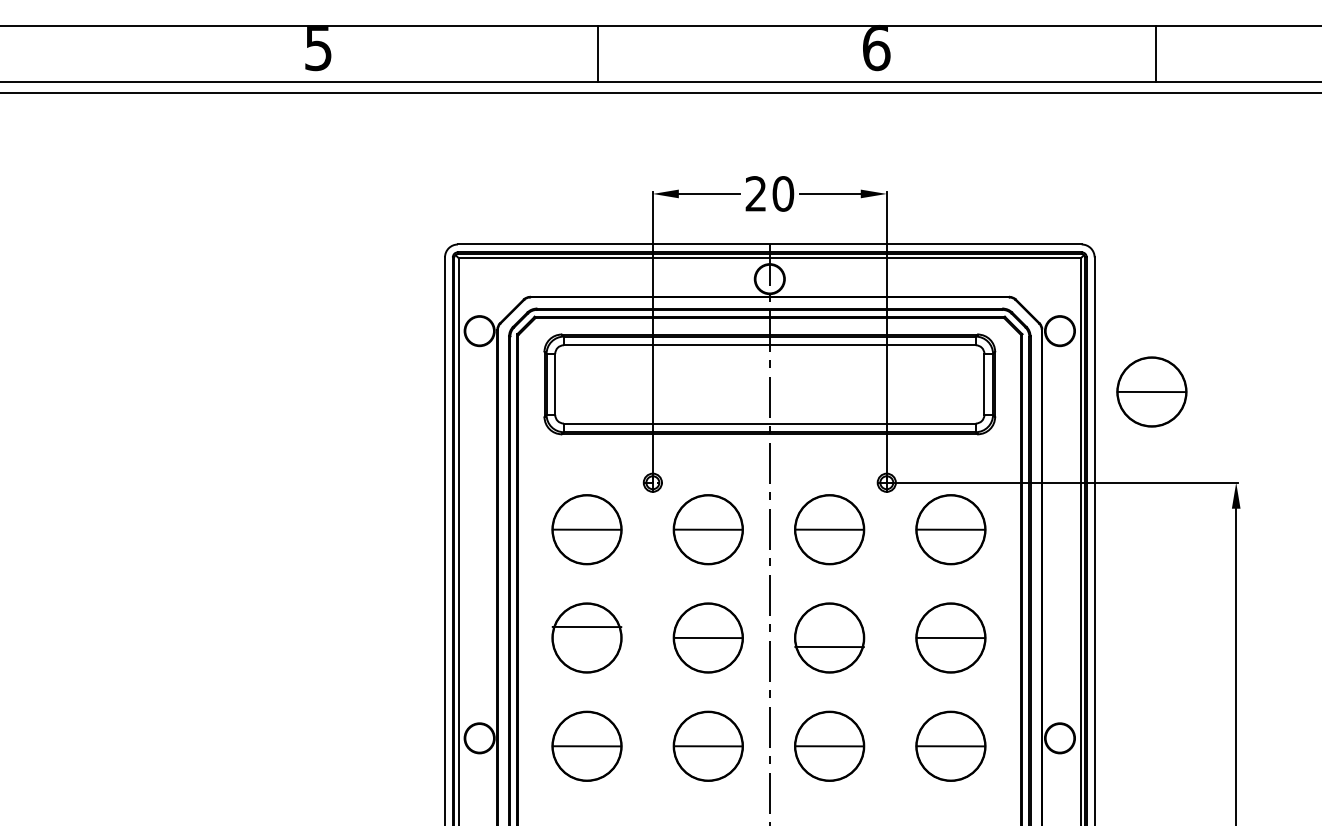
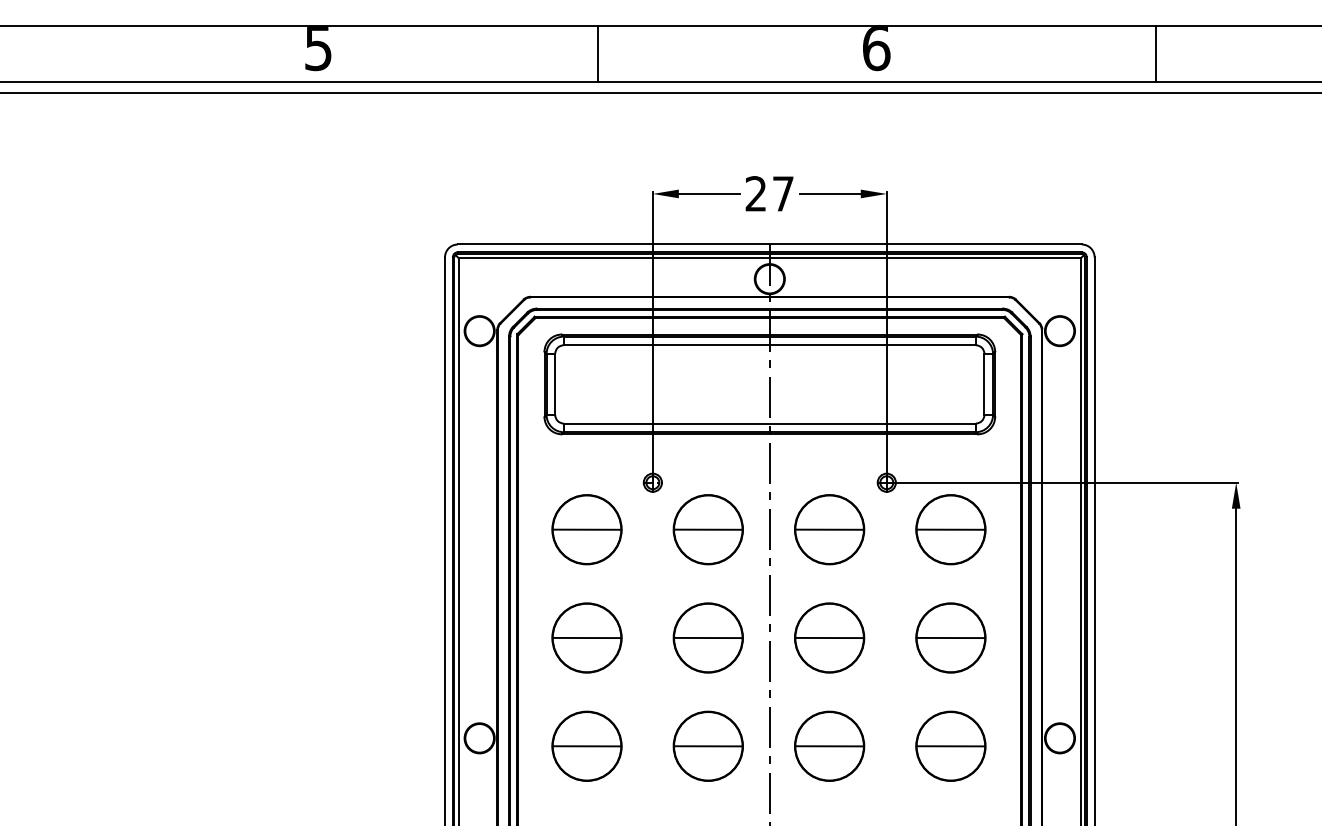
text at (783, 193): 20 -> 27
part at (1151, 391): present -> none
line at (586, 626) position: (586, 626) -> (586, 637)
line at (829, 646) position: (829, 646) -> (829, 637)
